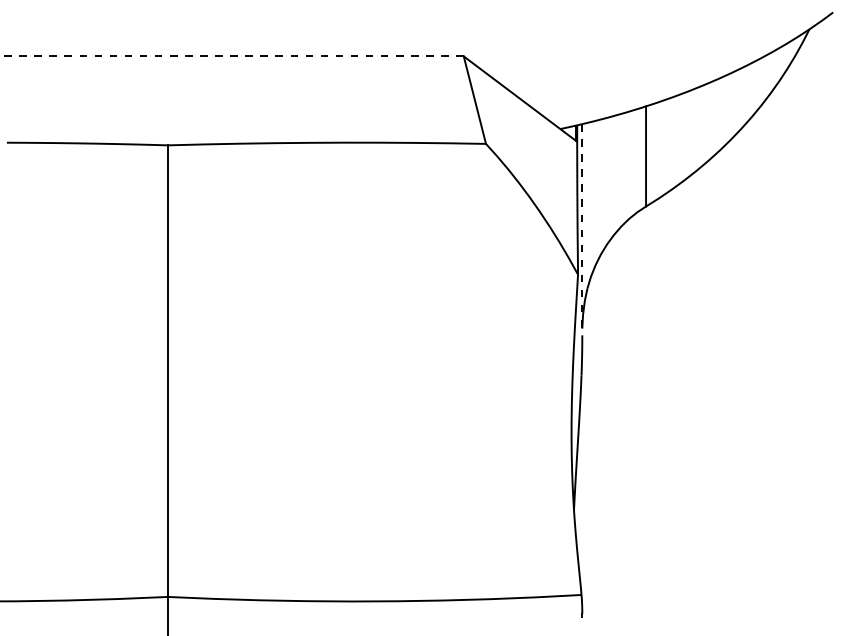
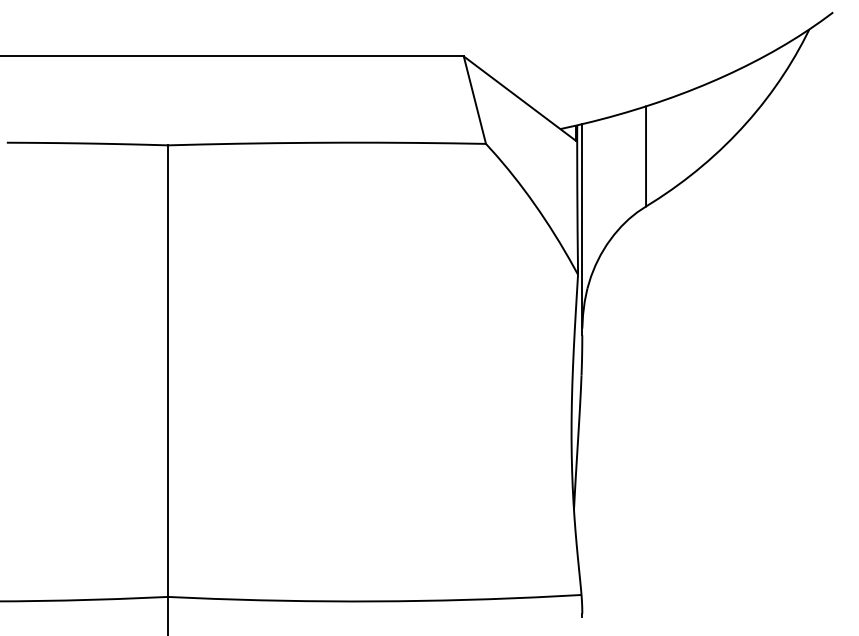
line at (231, 56): dashed -> solid
line at (582, 229): dashed -> solid
